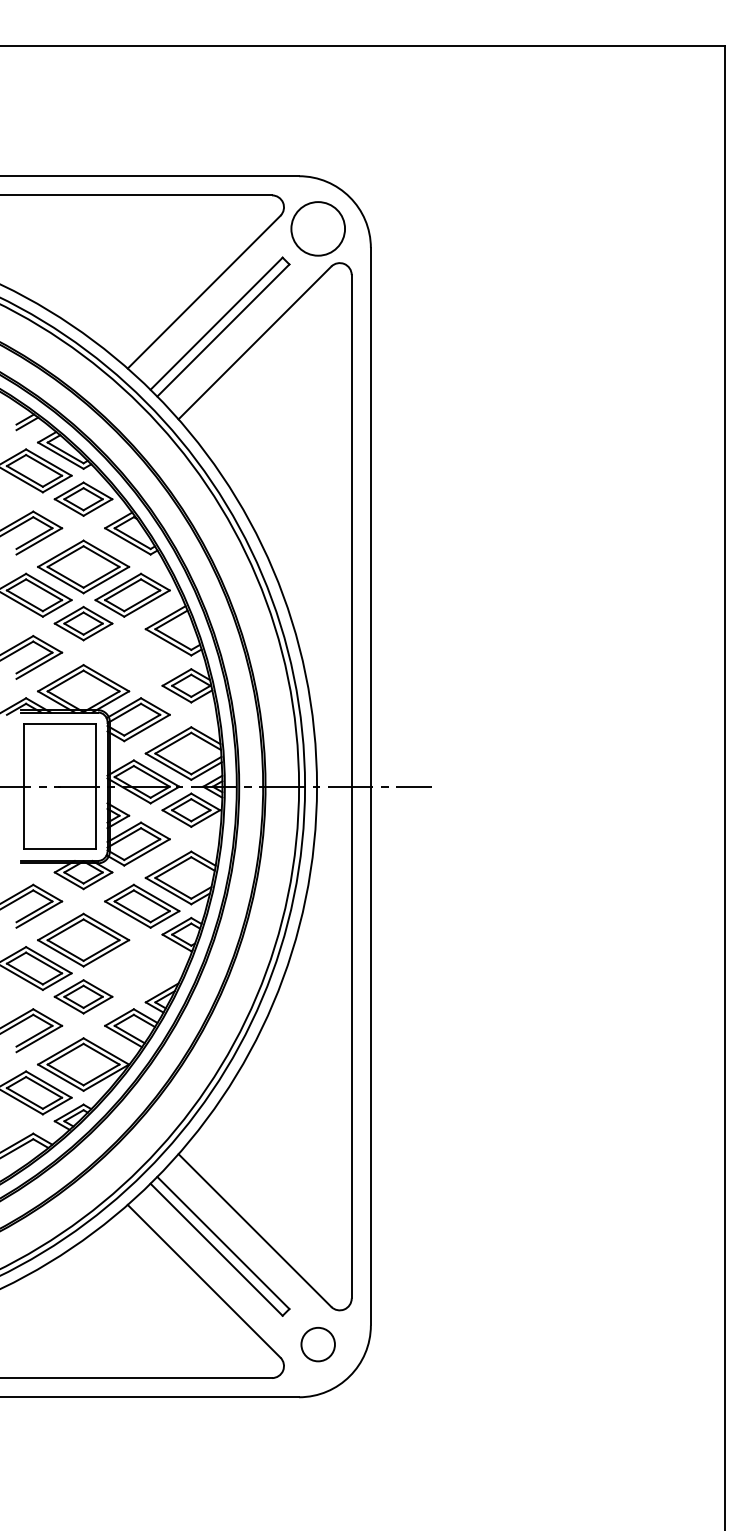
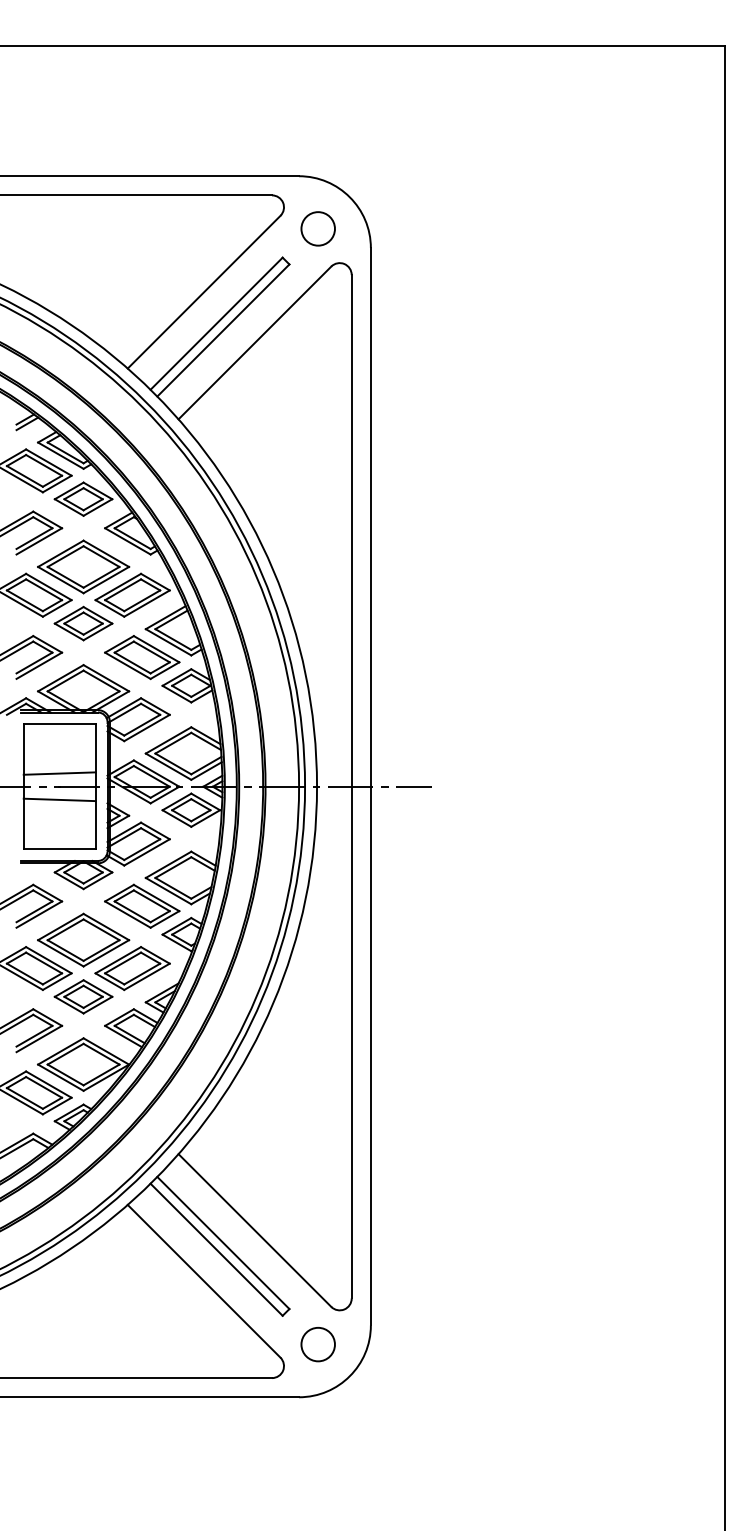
circle at (318, 228) diameter: 54 px -> 34 px
part at (142, 657): none -> present
line at (59, 773): none -> present
line at (59, 799): none -> present
part at (132, 968): none -> present
